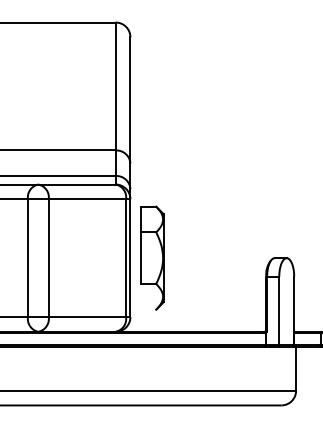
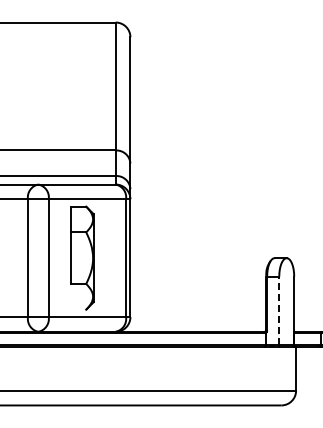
part at (152, 257) position: (152, 257) -> (82, 257)
line at (279, 310): solid -> dashed
